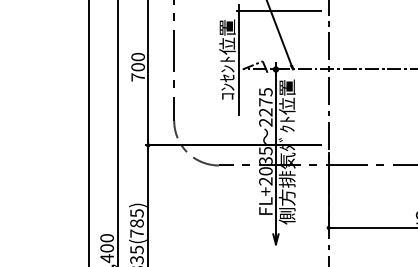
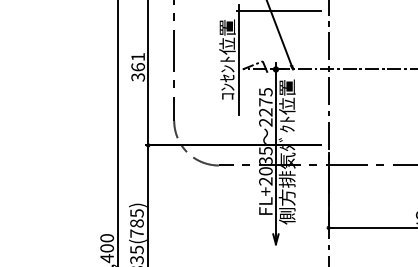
text at (138, 67): 700 -> 361
line at (88, 132): present -> none
